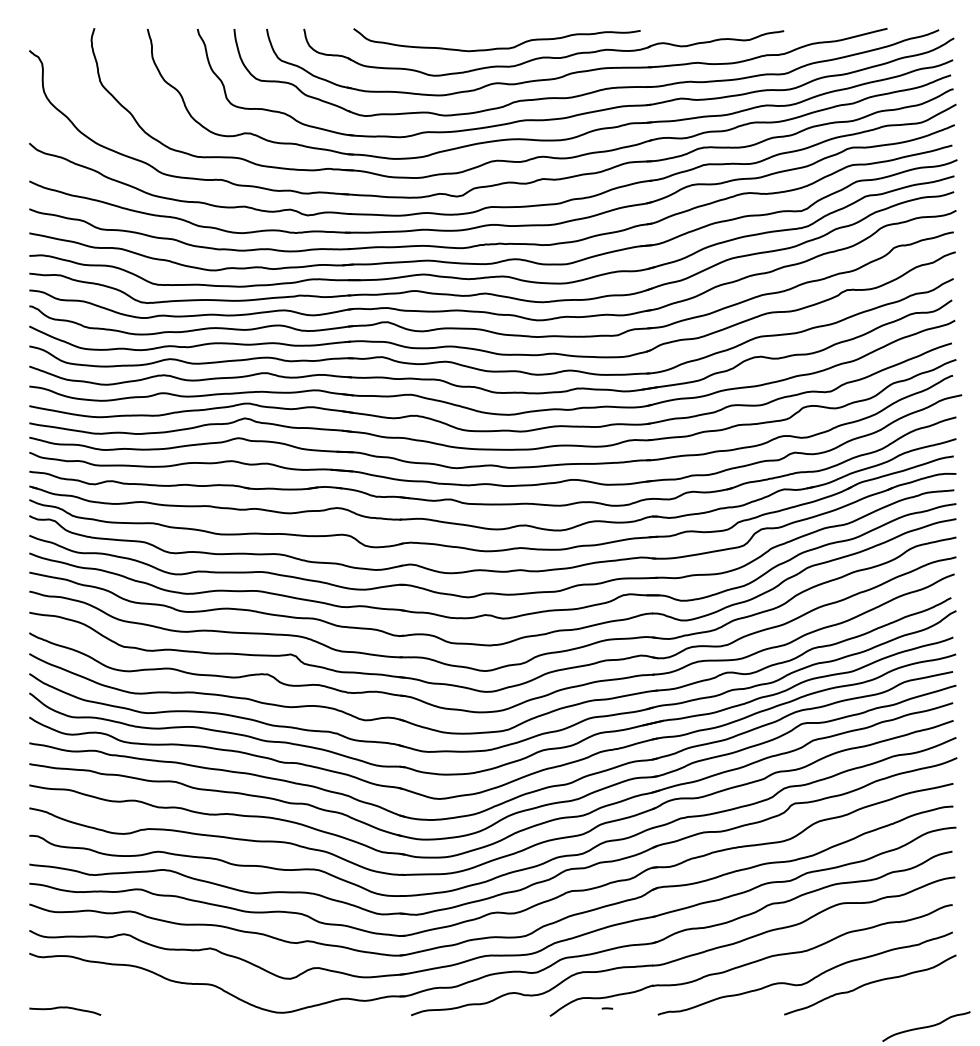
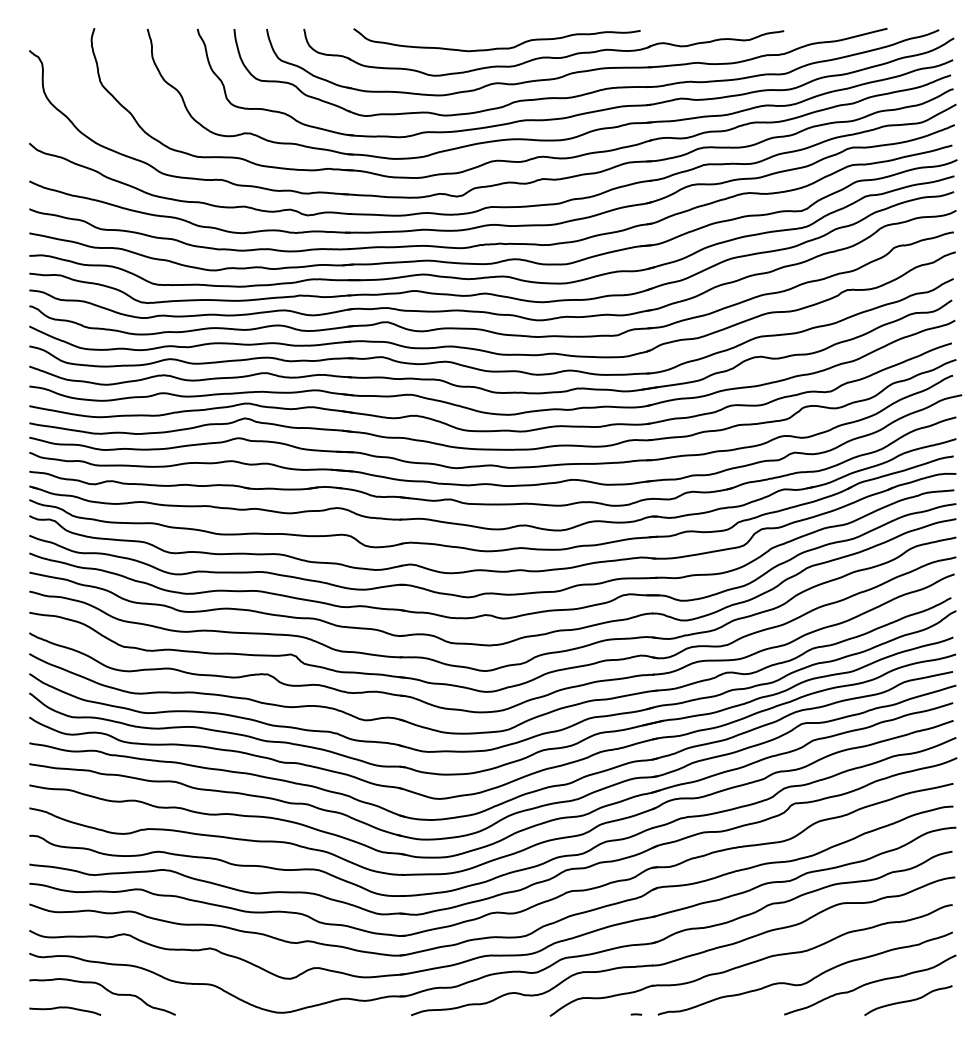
curve at (107, 991): none -> present
line at (607, 1008) position: (607, 1008) -> (636, 1014)
curve at (926, 1026) position: (926, 1026) -> (908, 1000)
